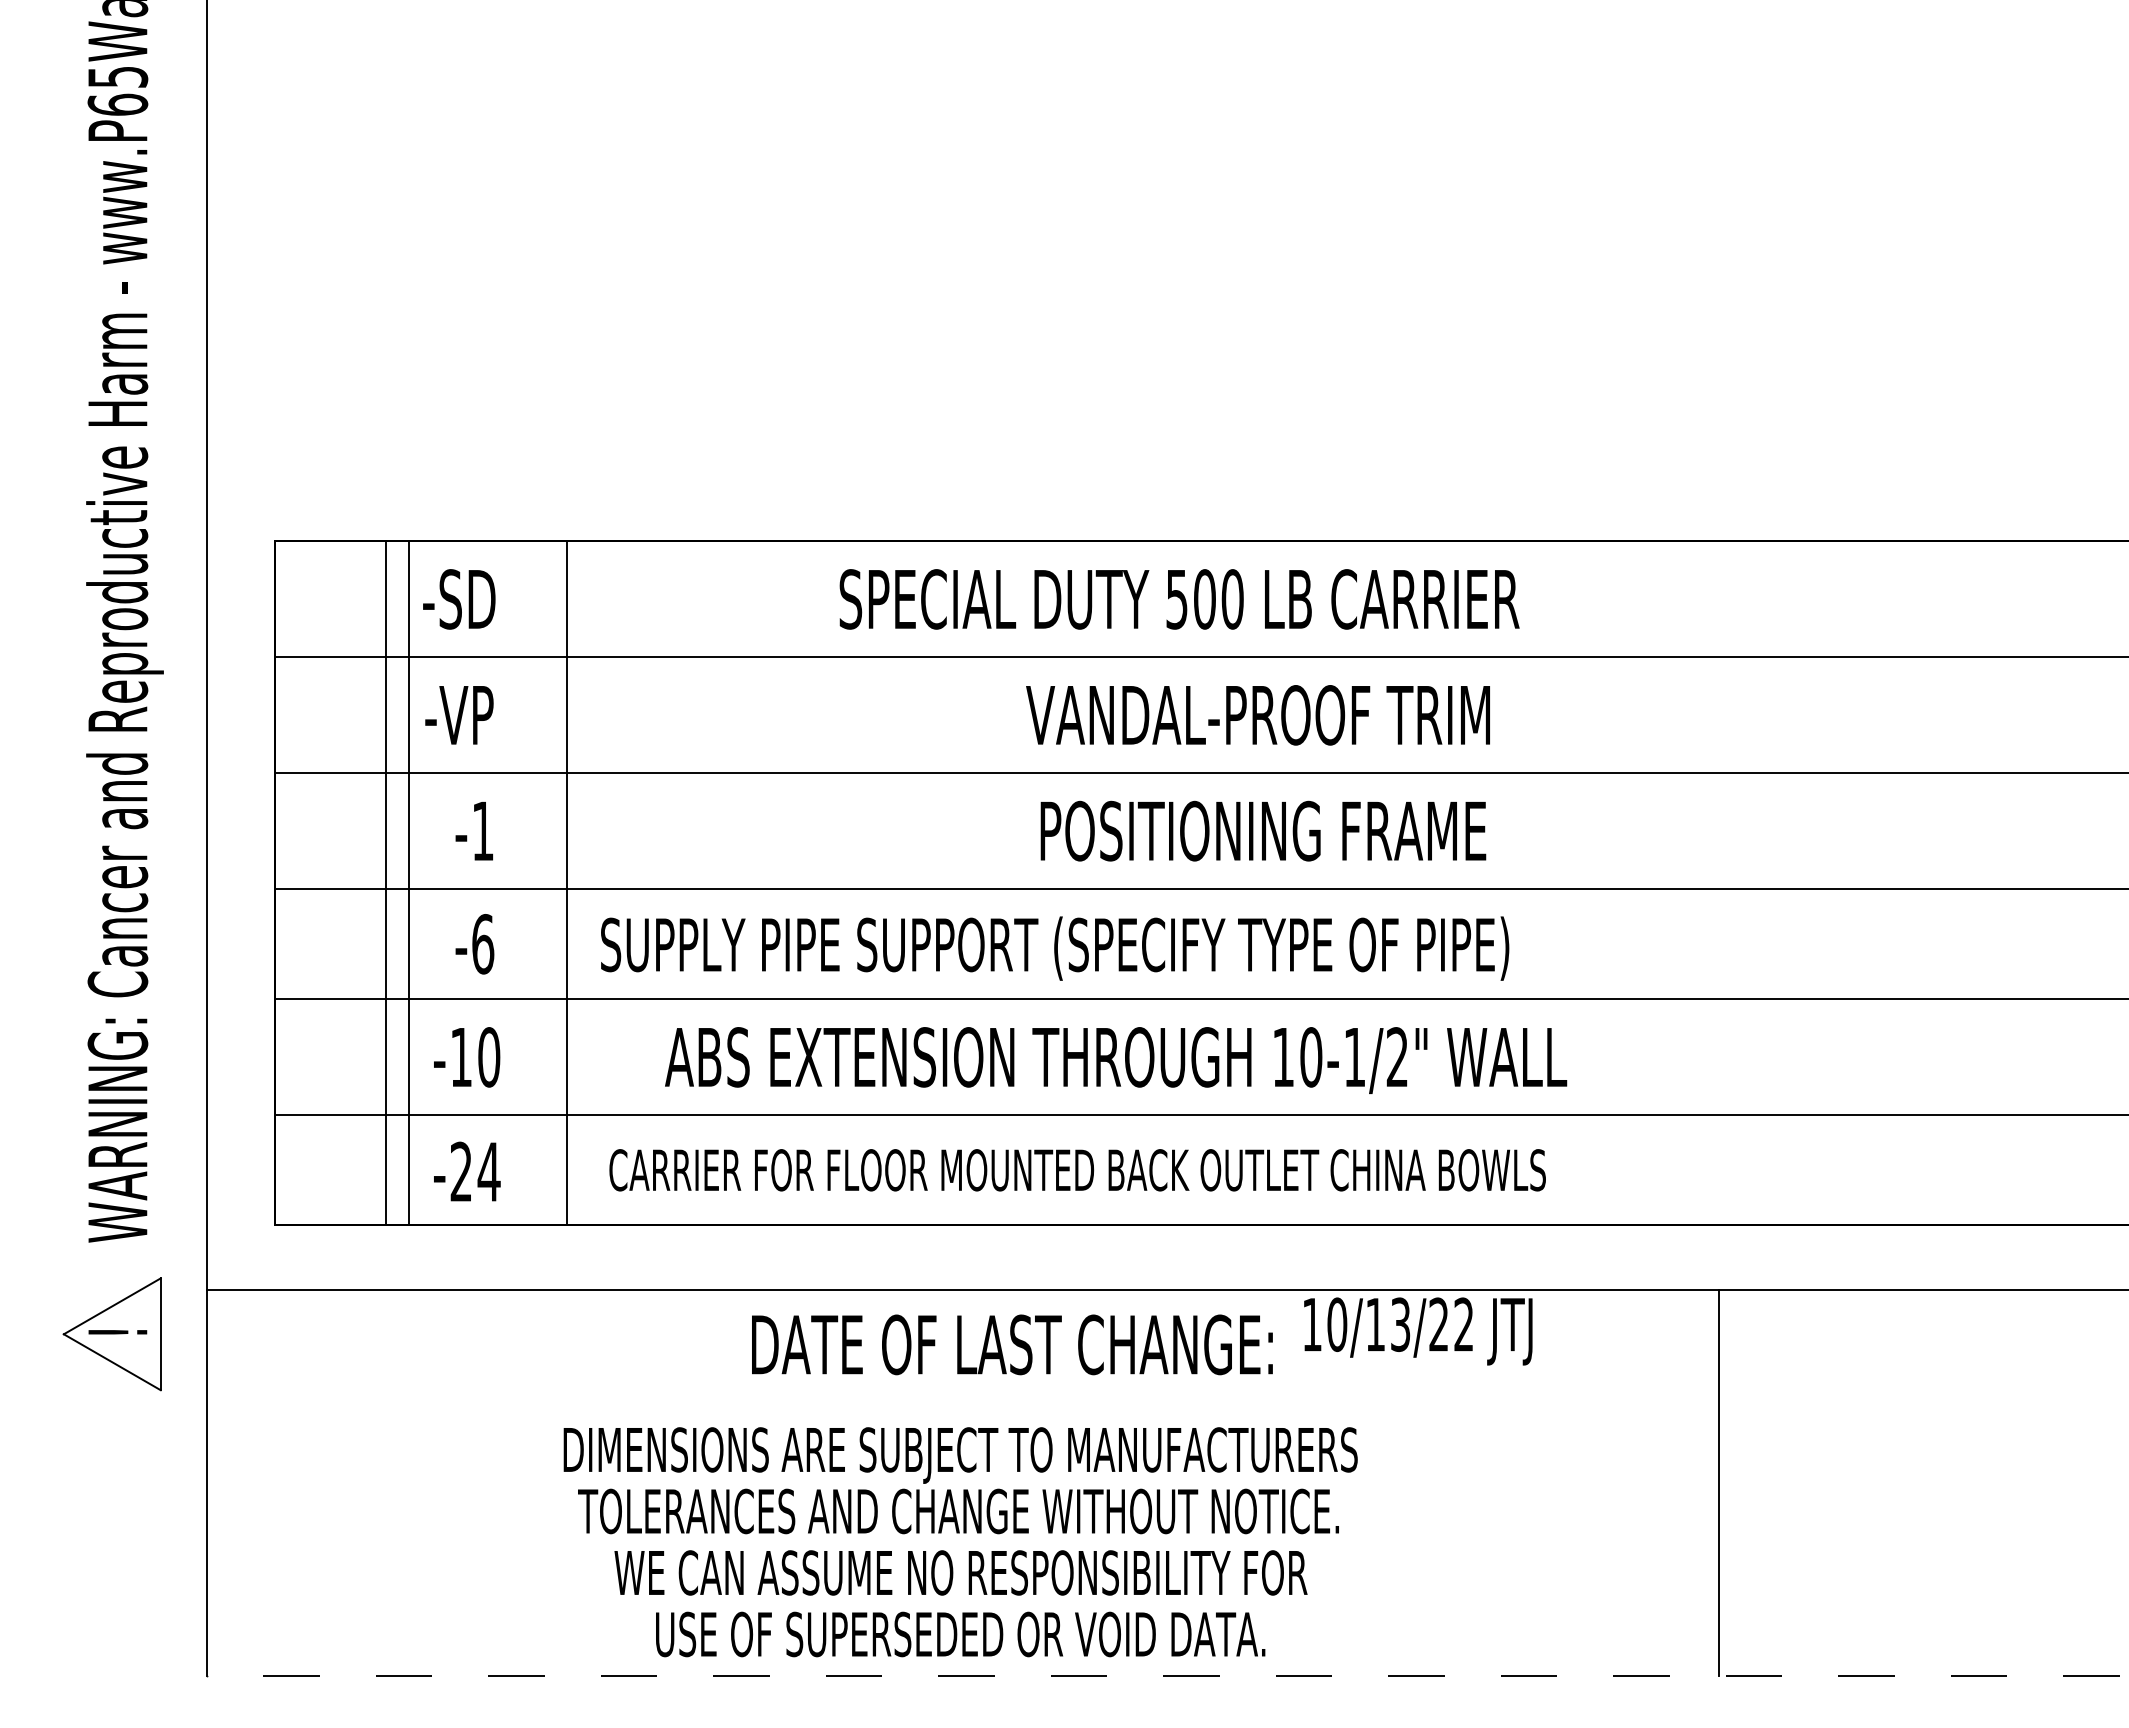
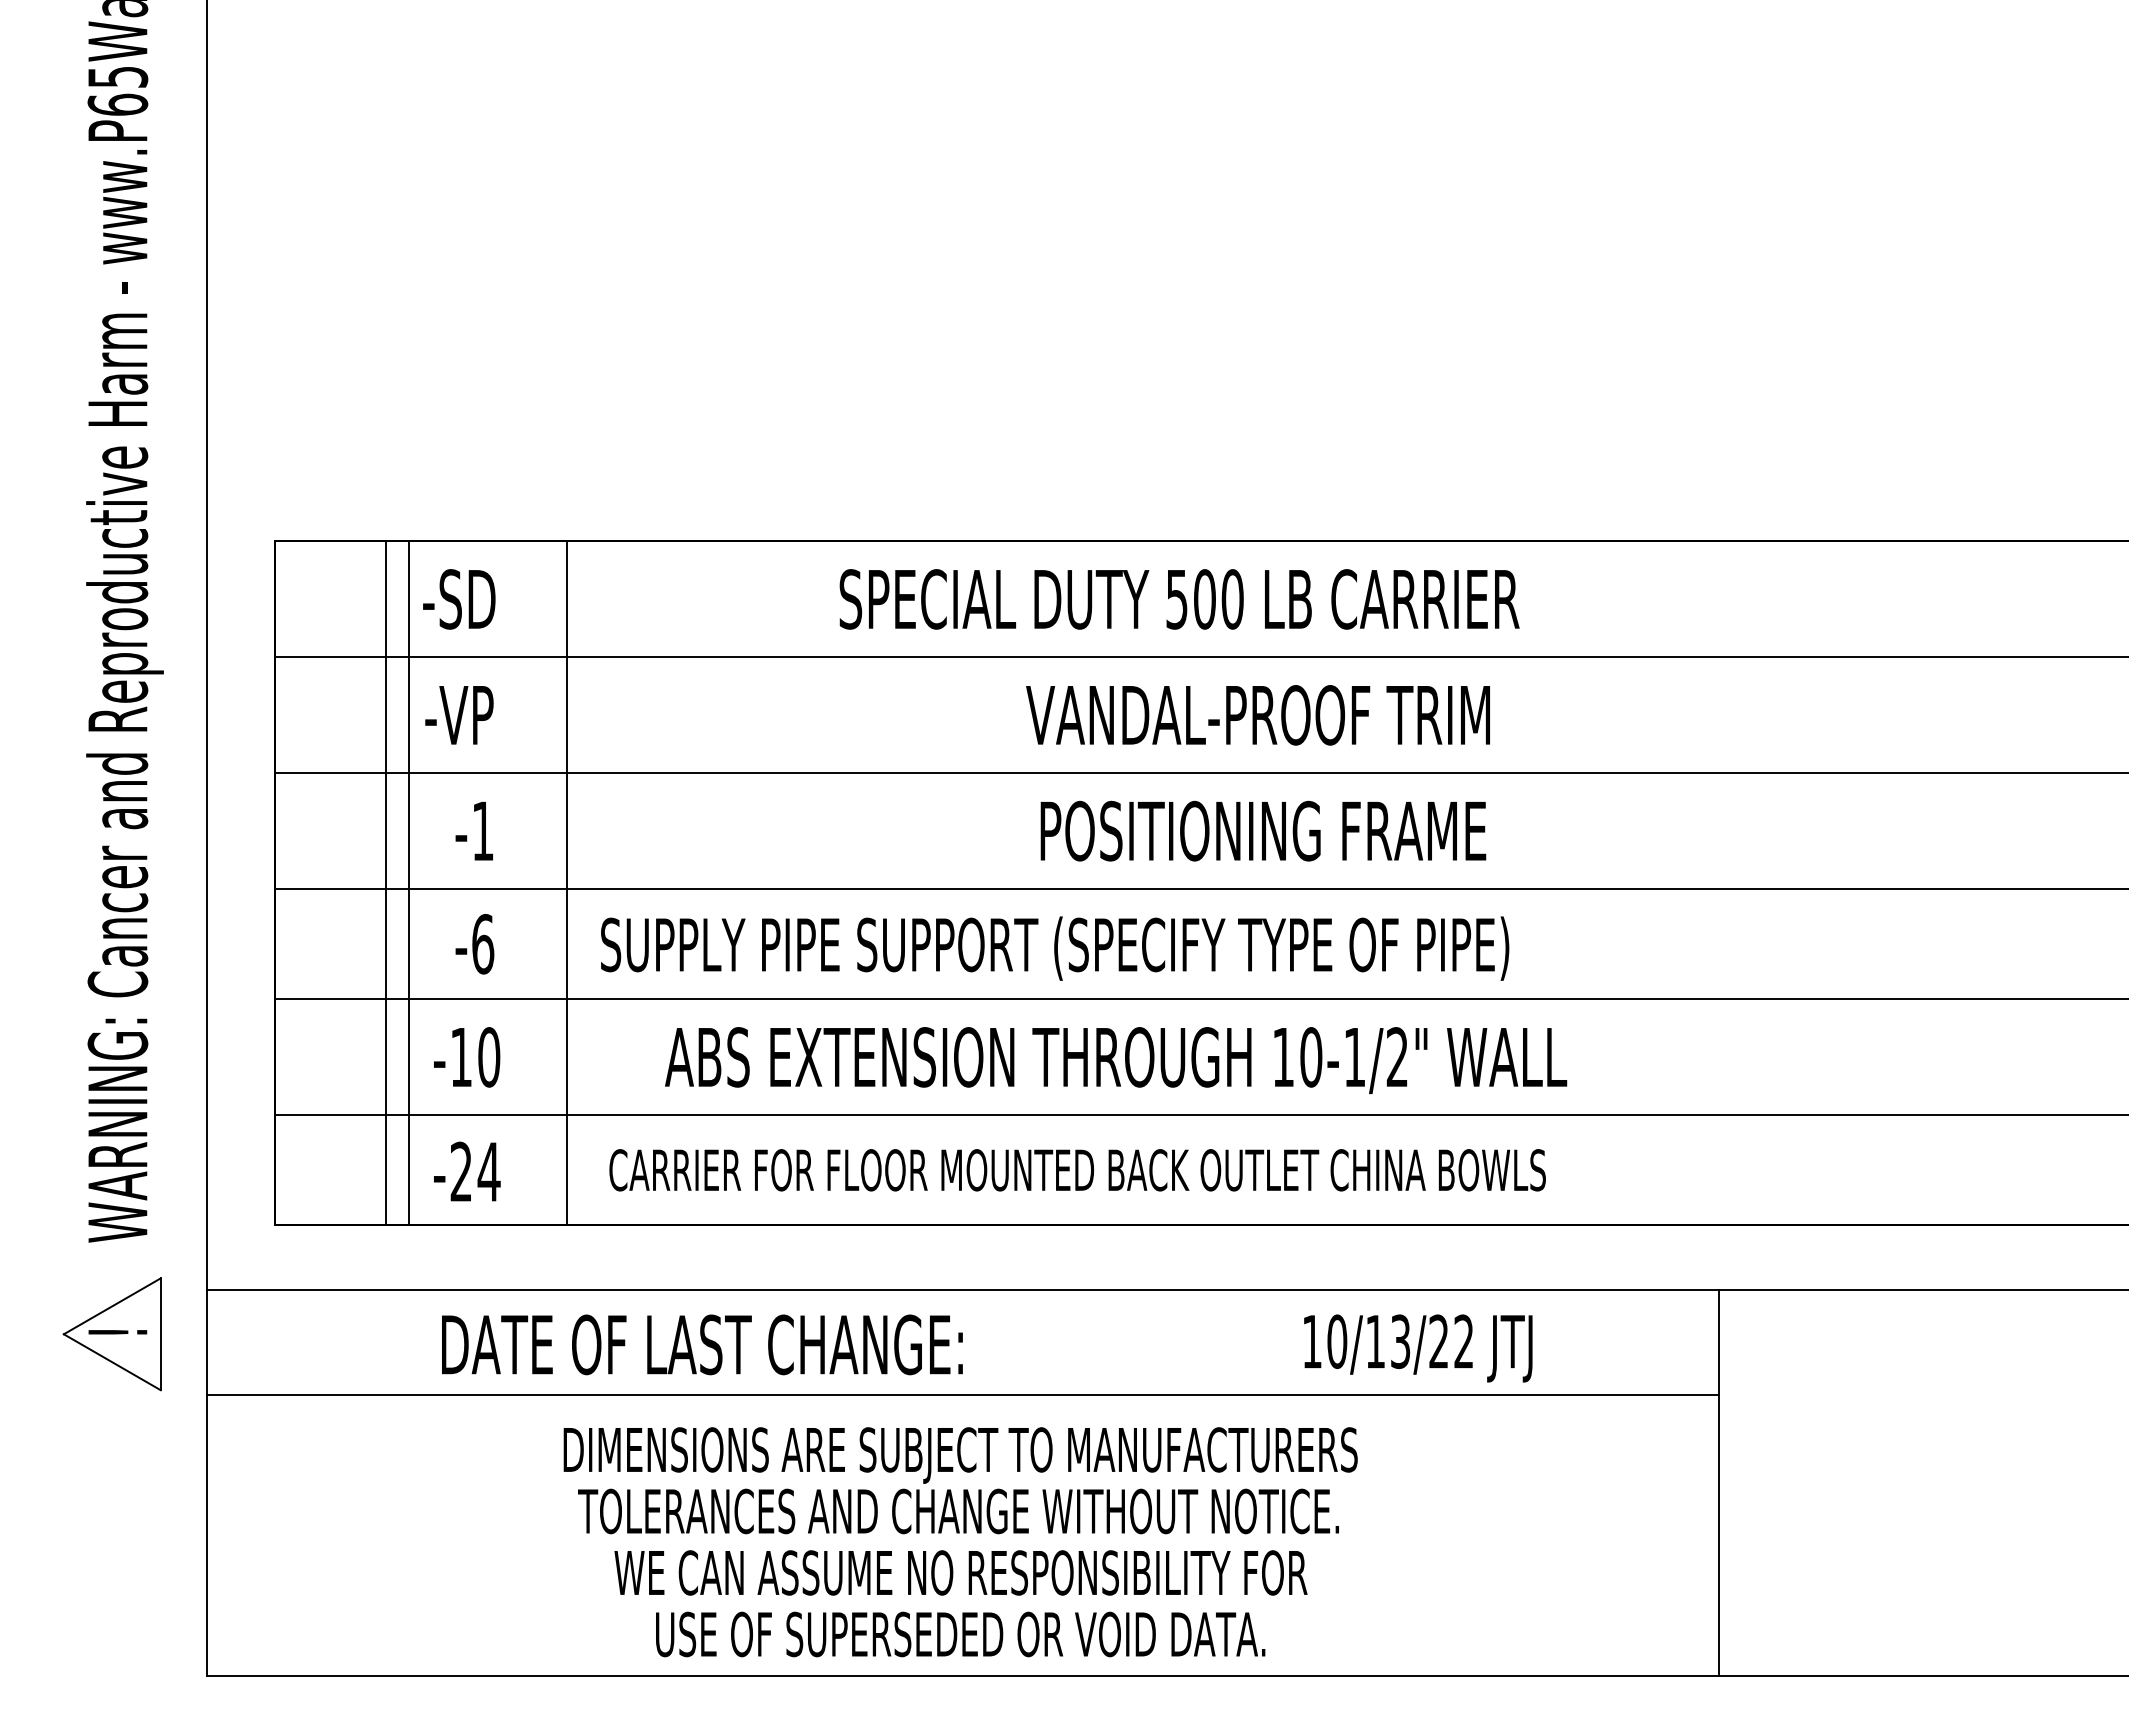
text at (1418, 1331) position: (1418, 1331) -> (1418, 1348)
text at (1012, 1344) position: (1012, 1344) -> (702, 1344)
line at (962, 1395): none -> present
line at (1167, 1676): dashed -> solid
